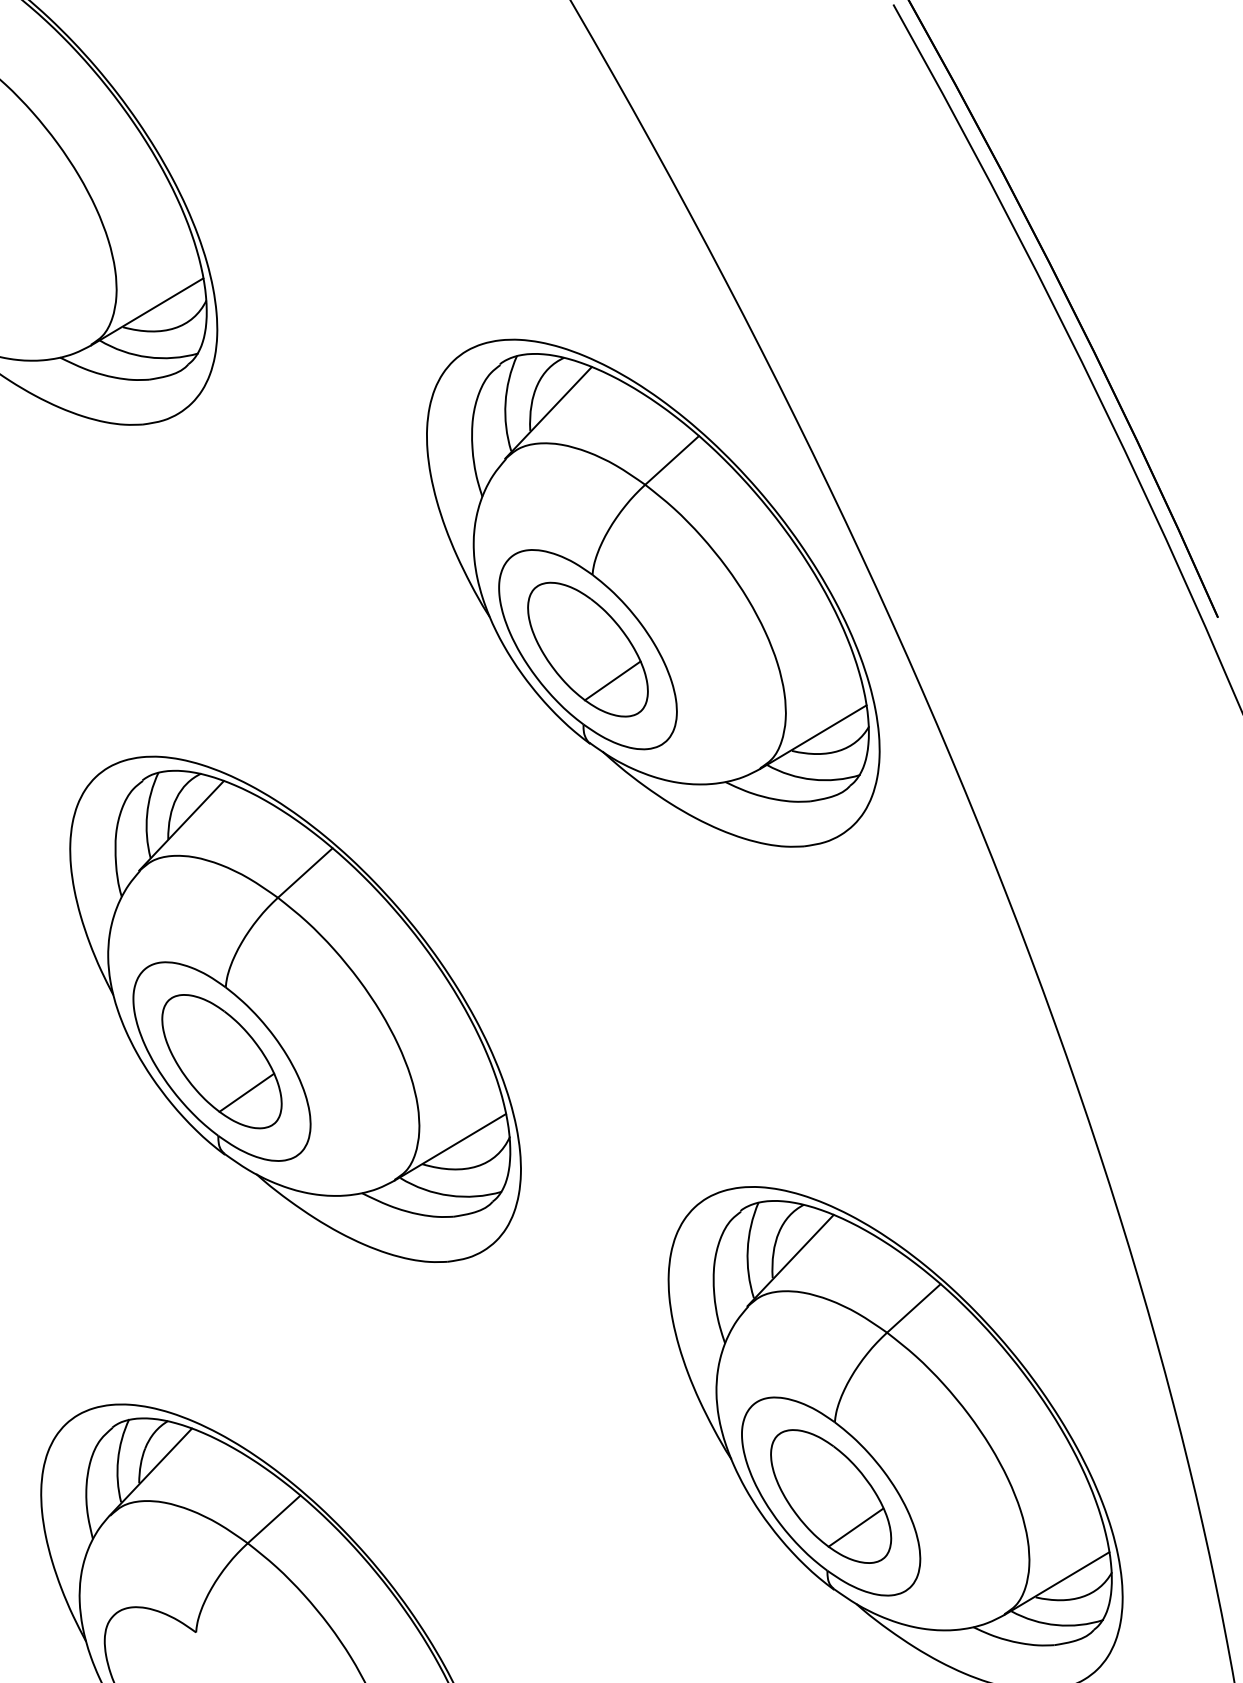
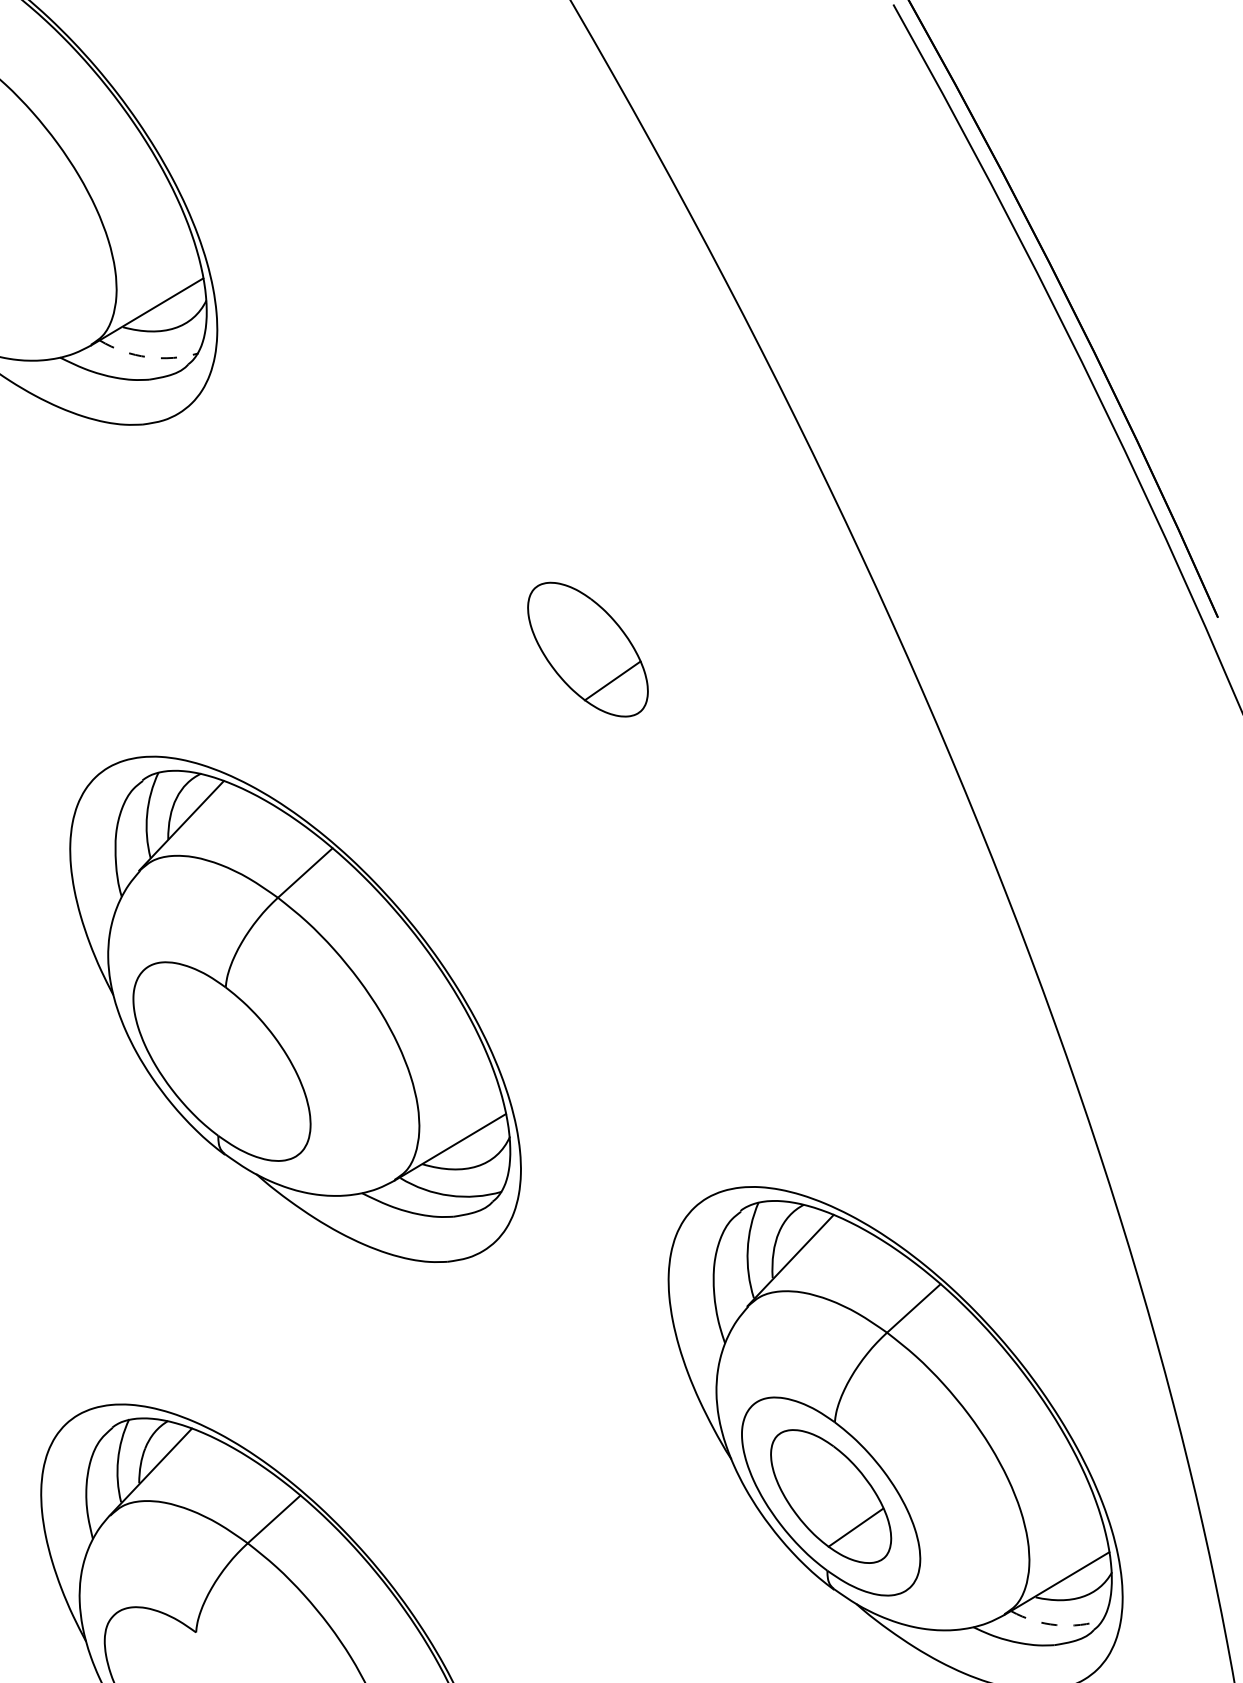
arc at (147, 357): solid -> dashed
part at (653, 592): present -> none
part at (221, 1061): present -> none
arc at (1056, 1625): solid -> dashed
